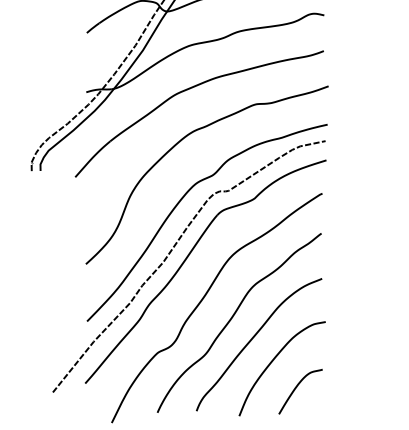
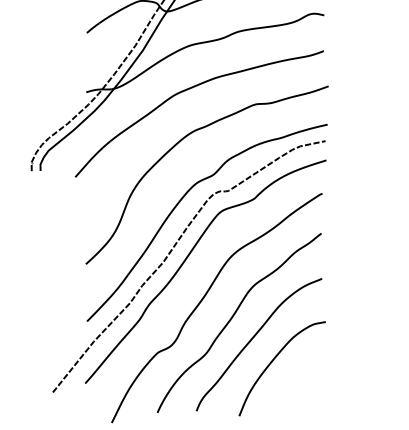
curve at (297, 387): present -> none
